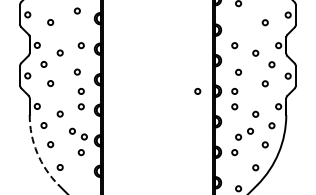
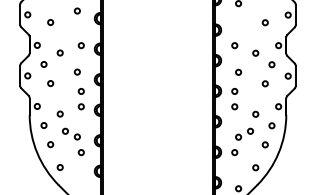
circle at (197, 91): present -> none
part at (78, 133) position: (78, 133) -> (71, 133)
arc at (37, 152): dashed -> solid
